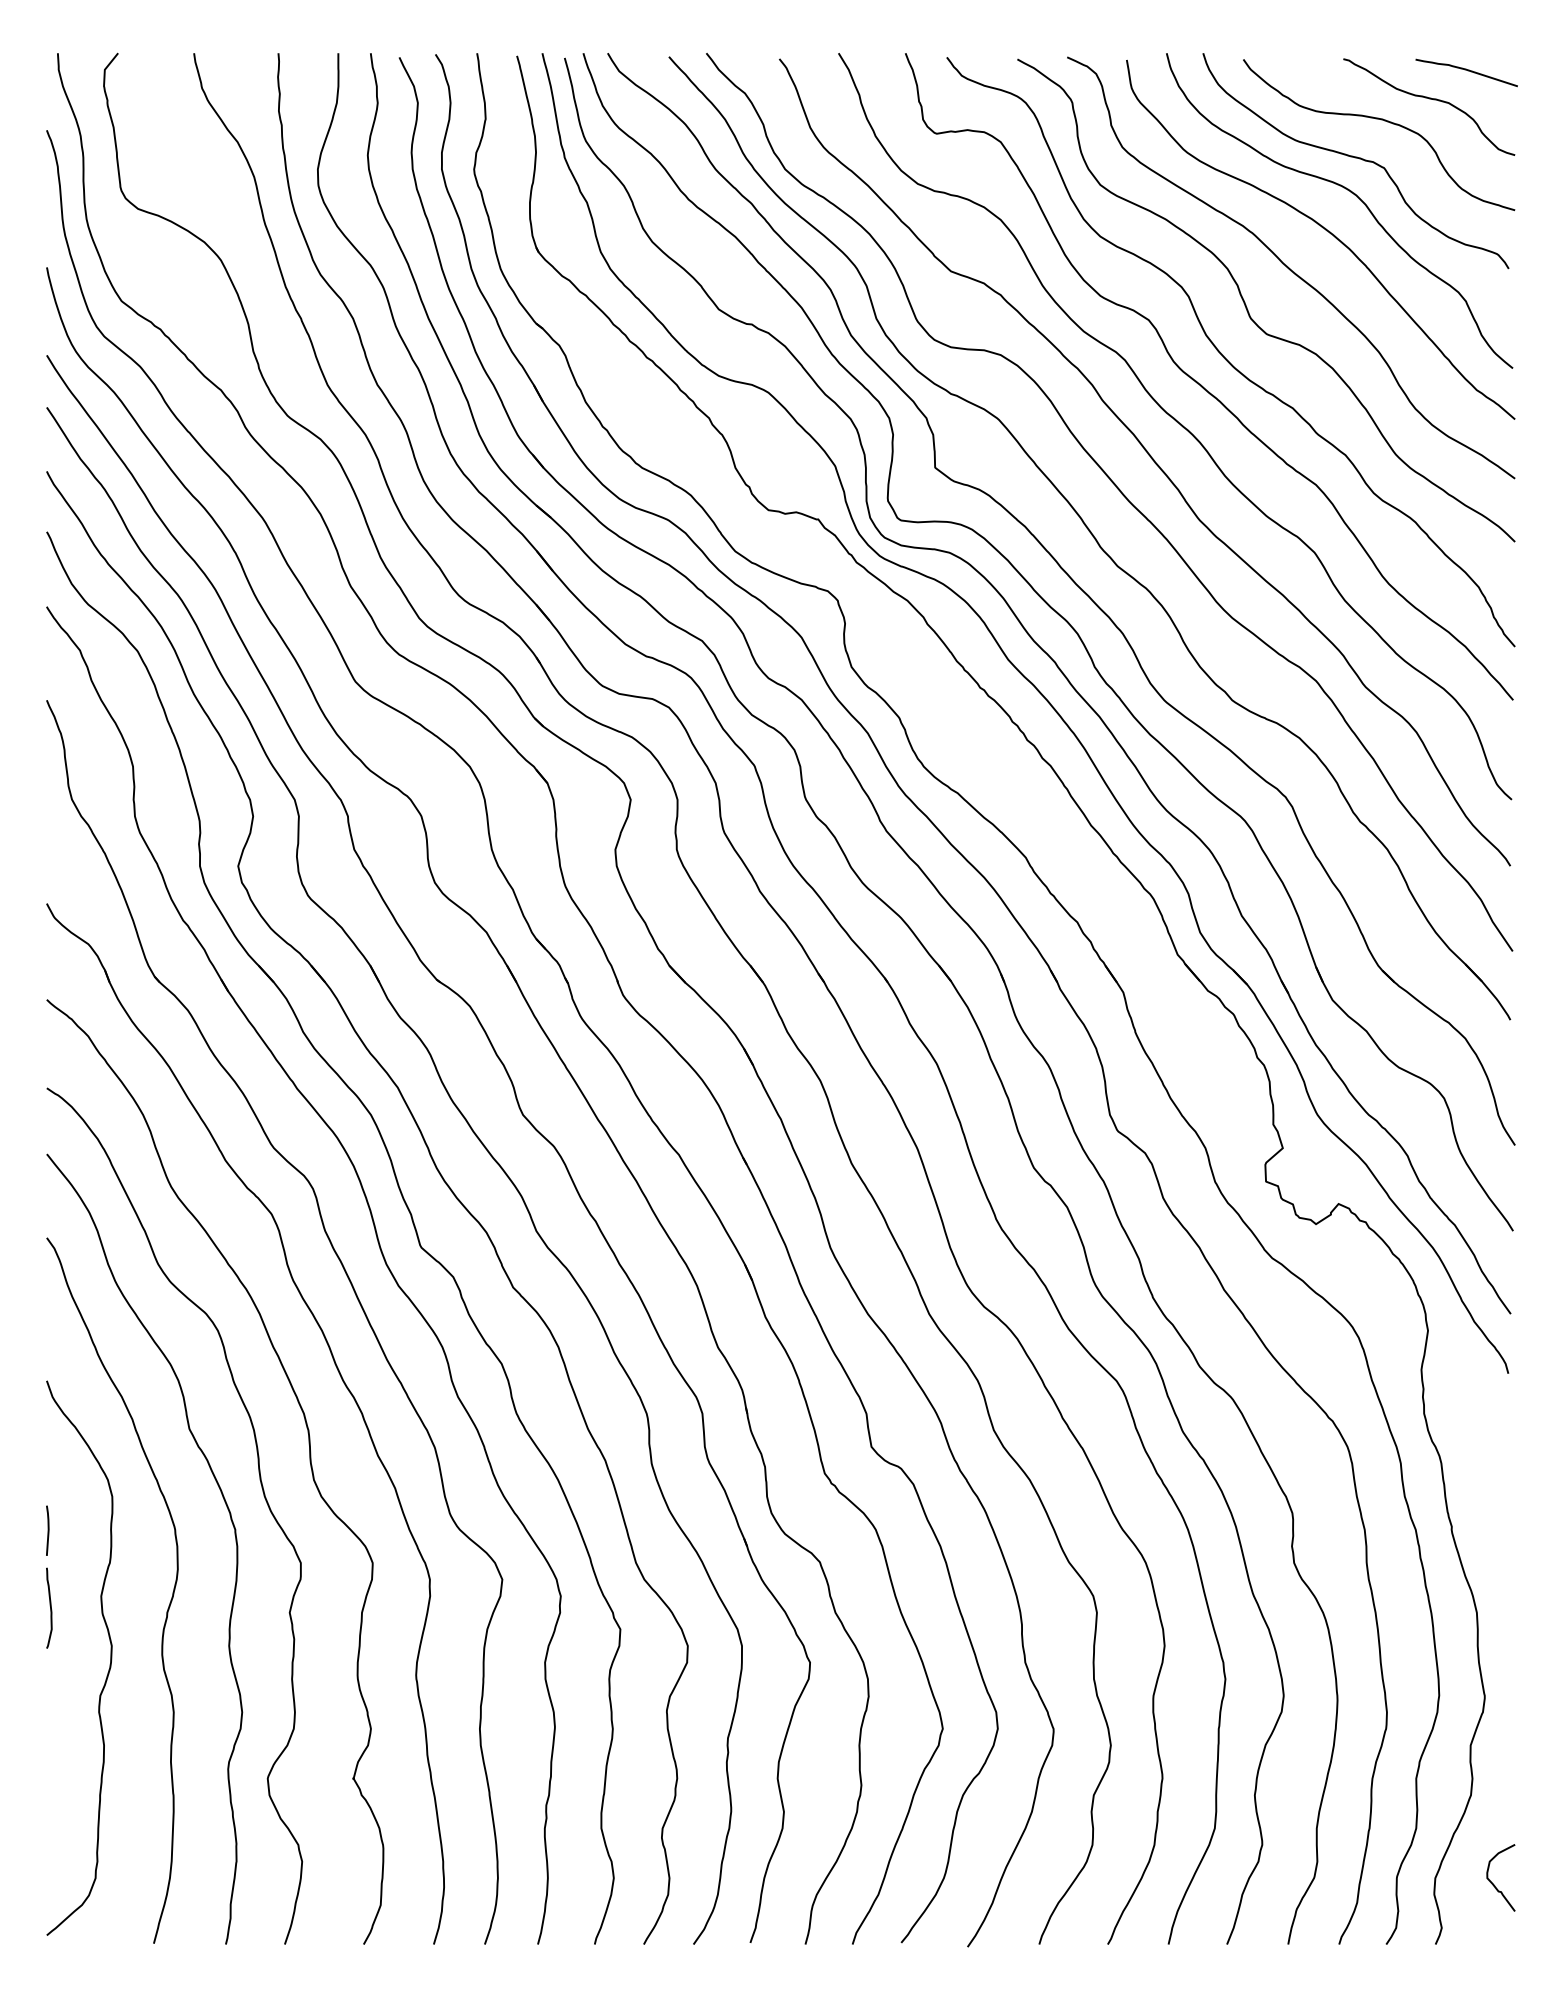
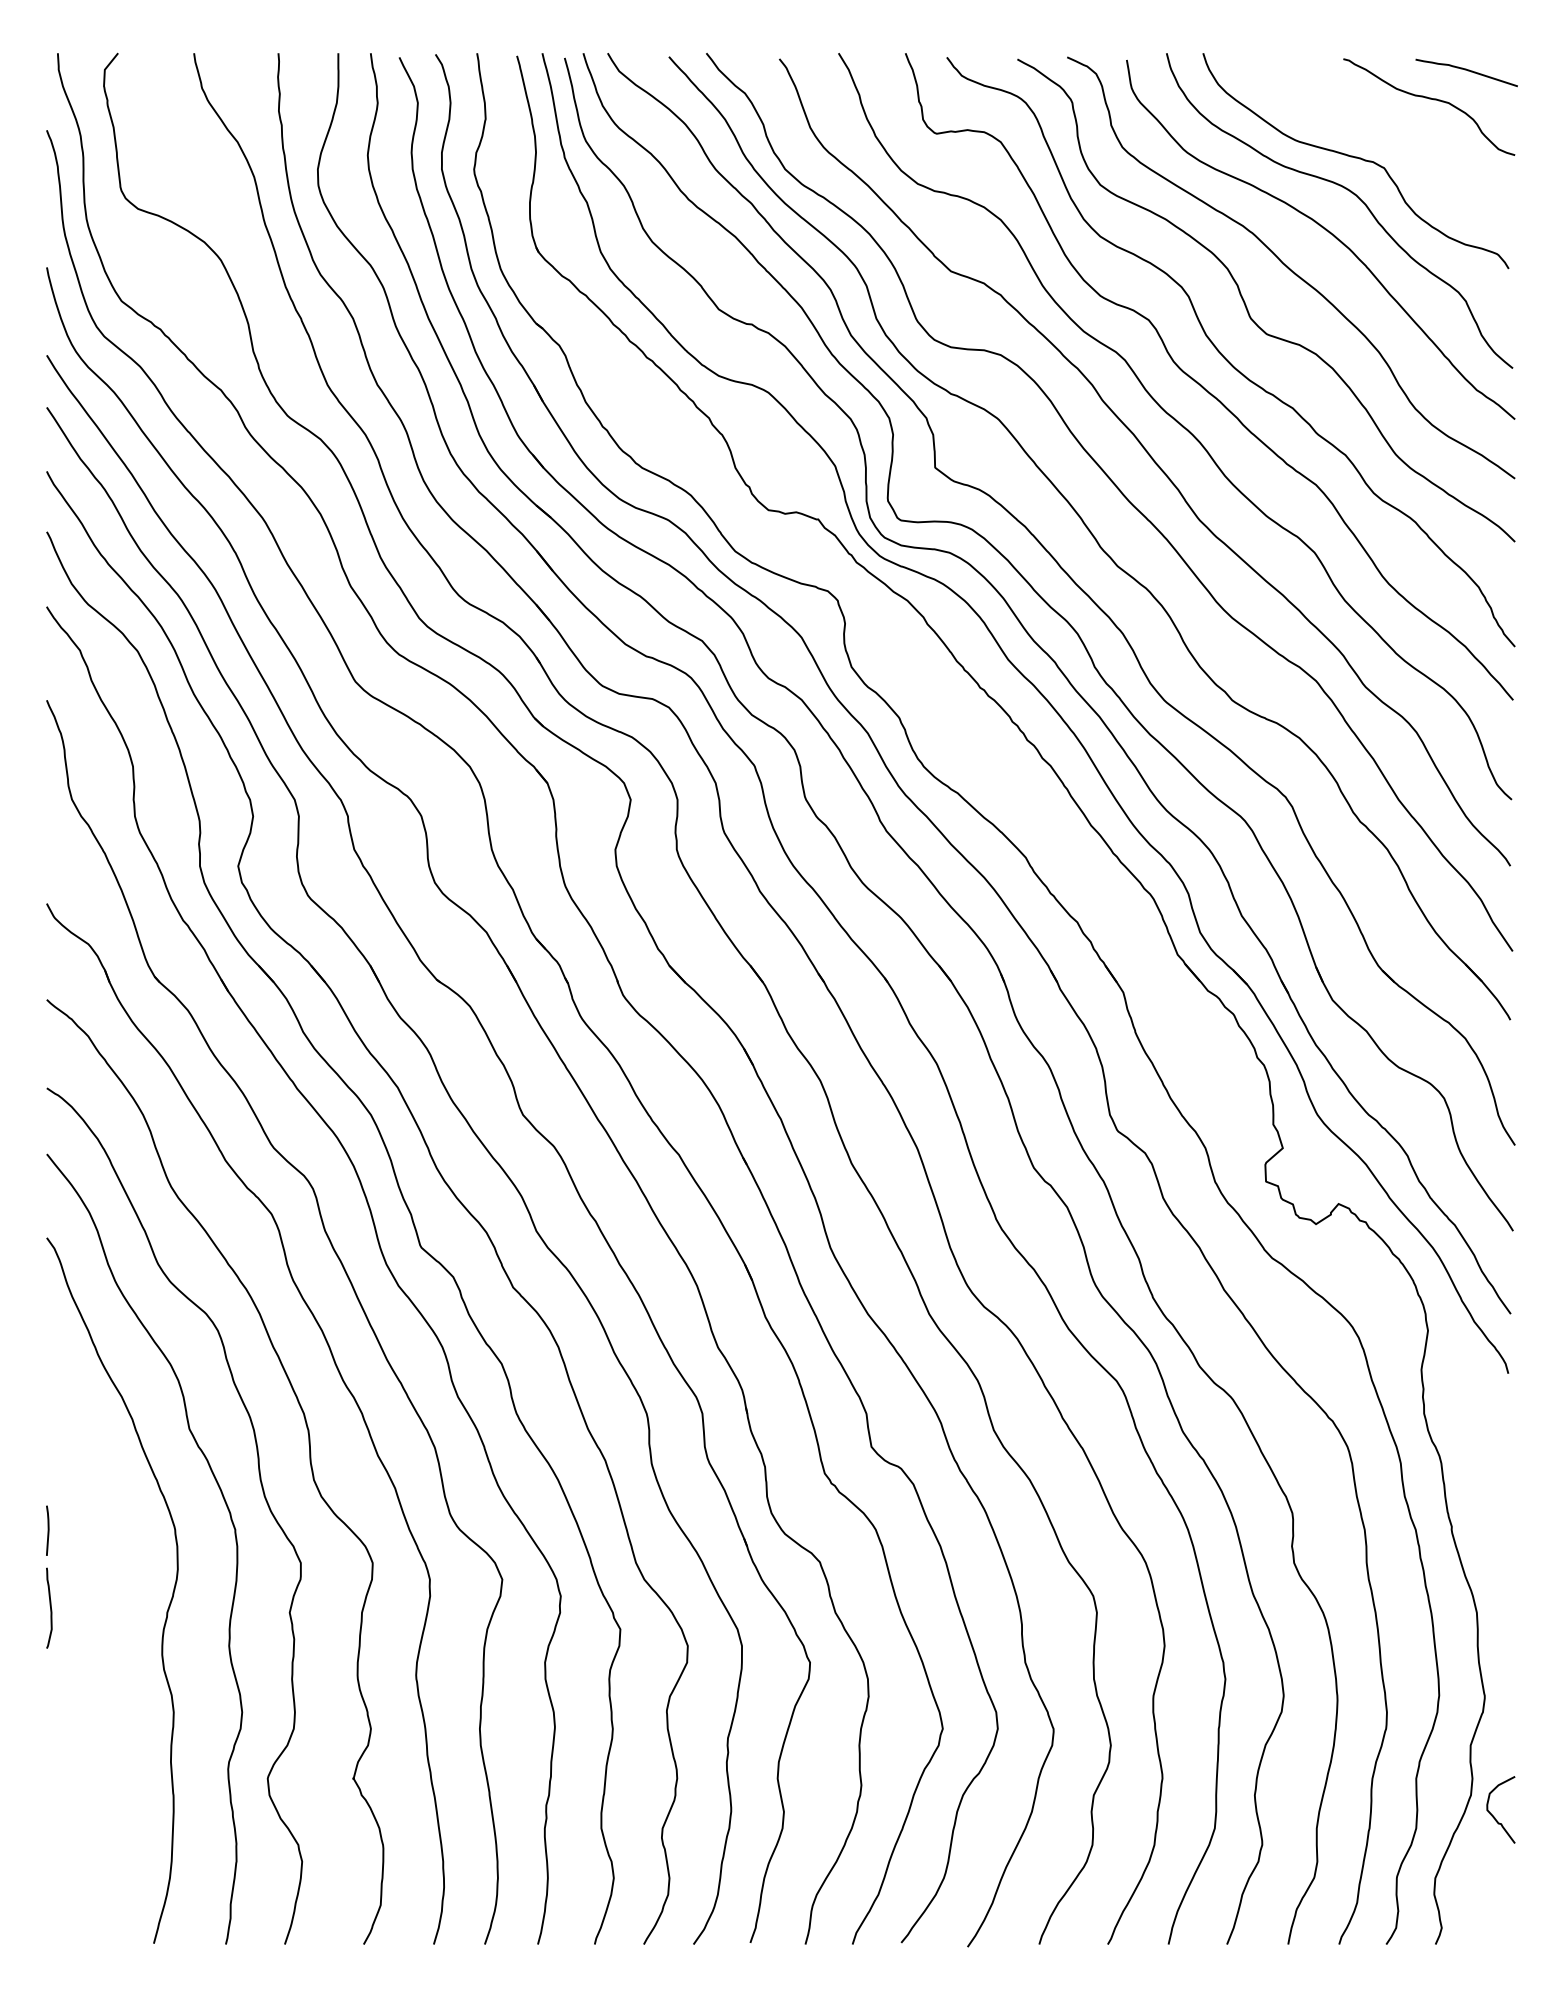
curve at (1384, 121): present -> none
curve at (109, 1664): present -> none
curve at (1493, 1883) position: (1493, 1883) -> (1493, 1815)
